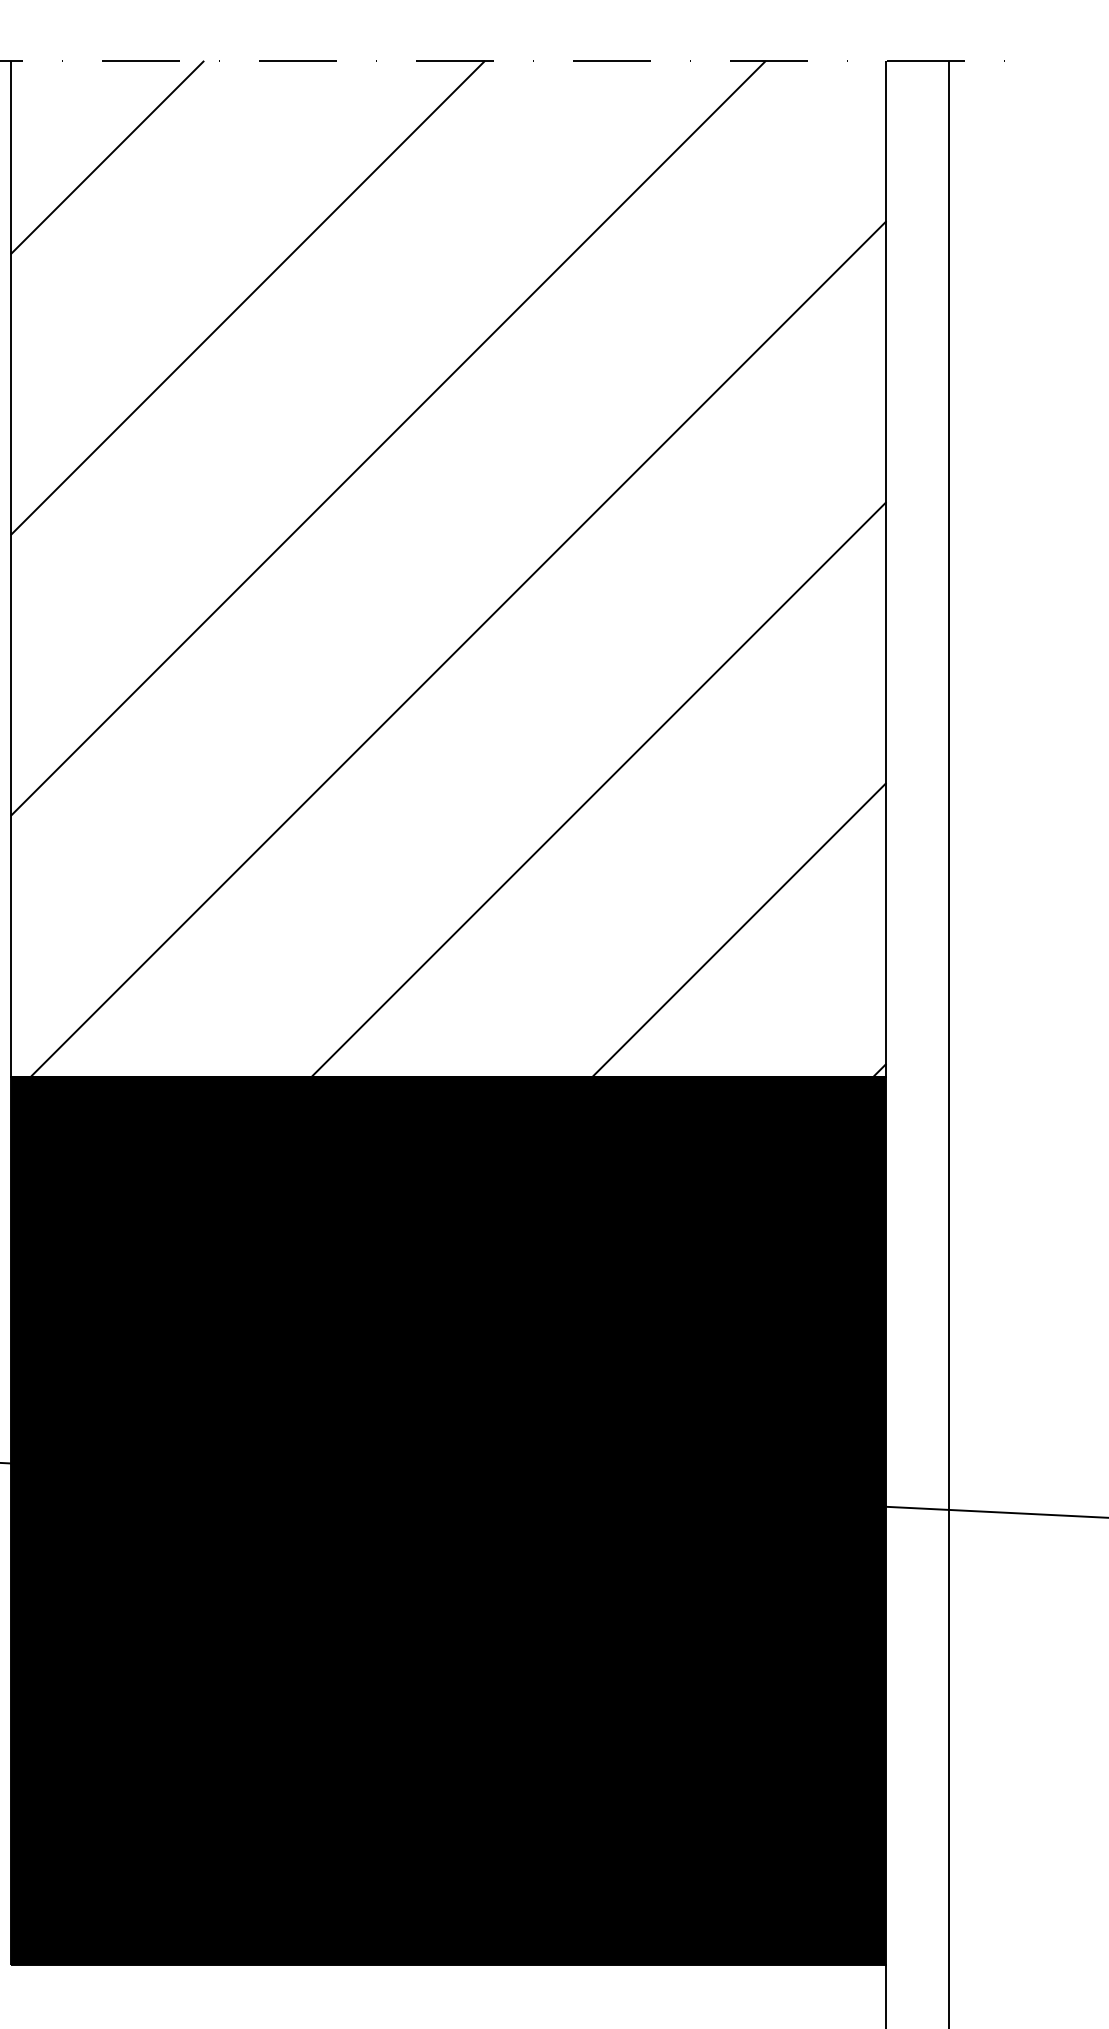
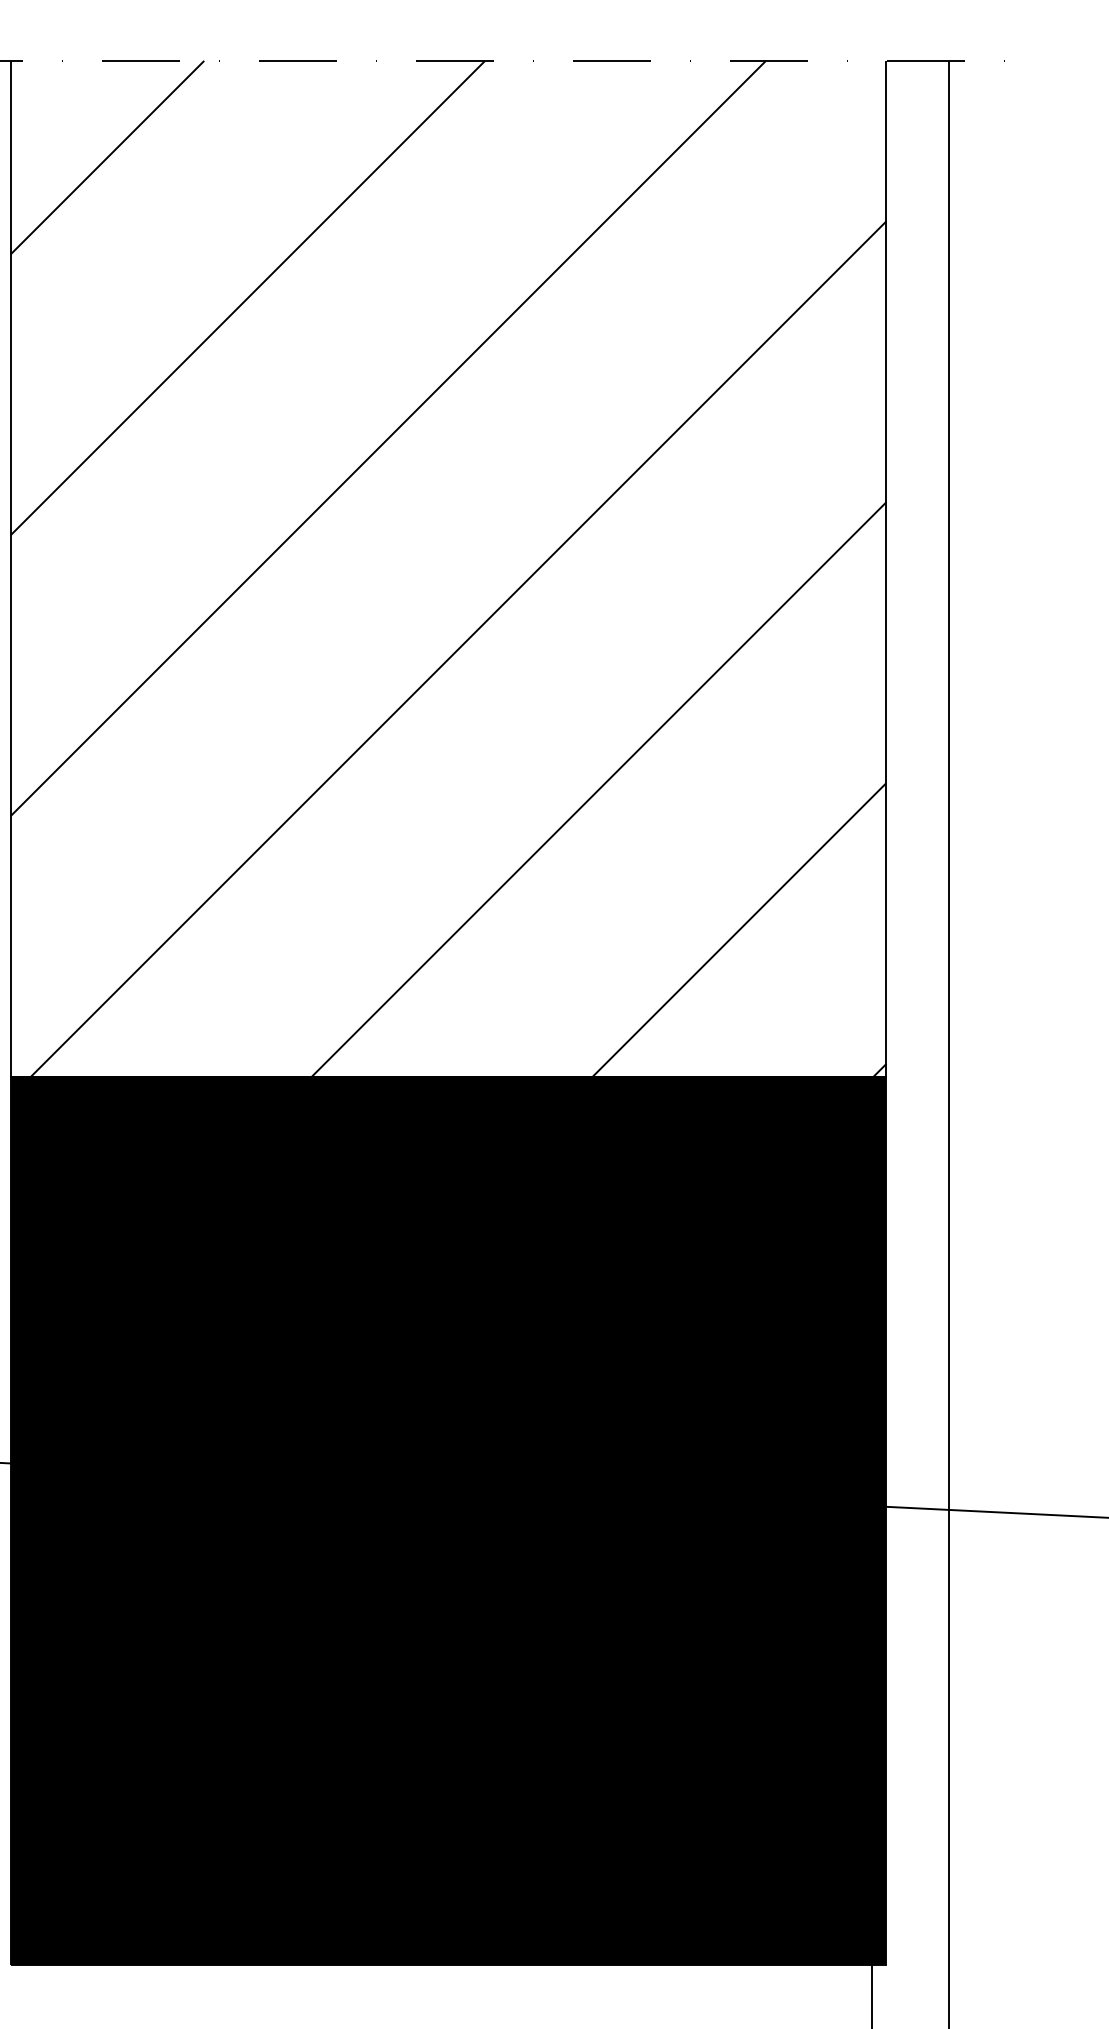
line at (886, 1994) position: (886, 1994) -> (872, 1994)
